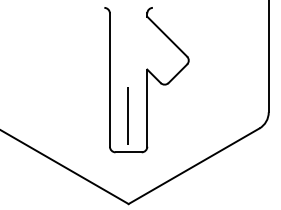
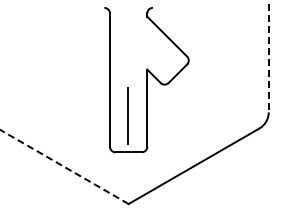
line at (268, 56): solid -> dashed
line at (64, 166): solid -> dashed
